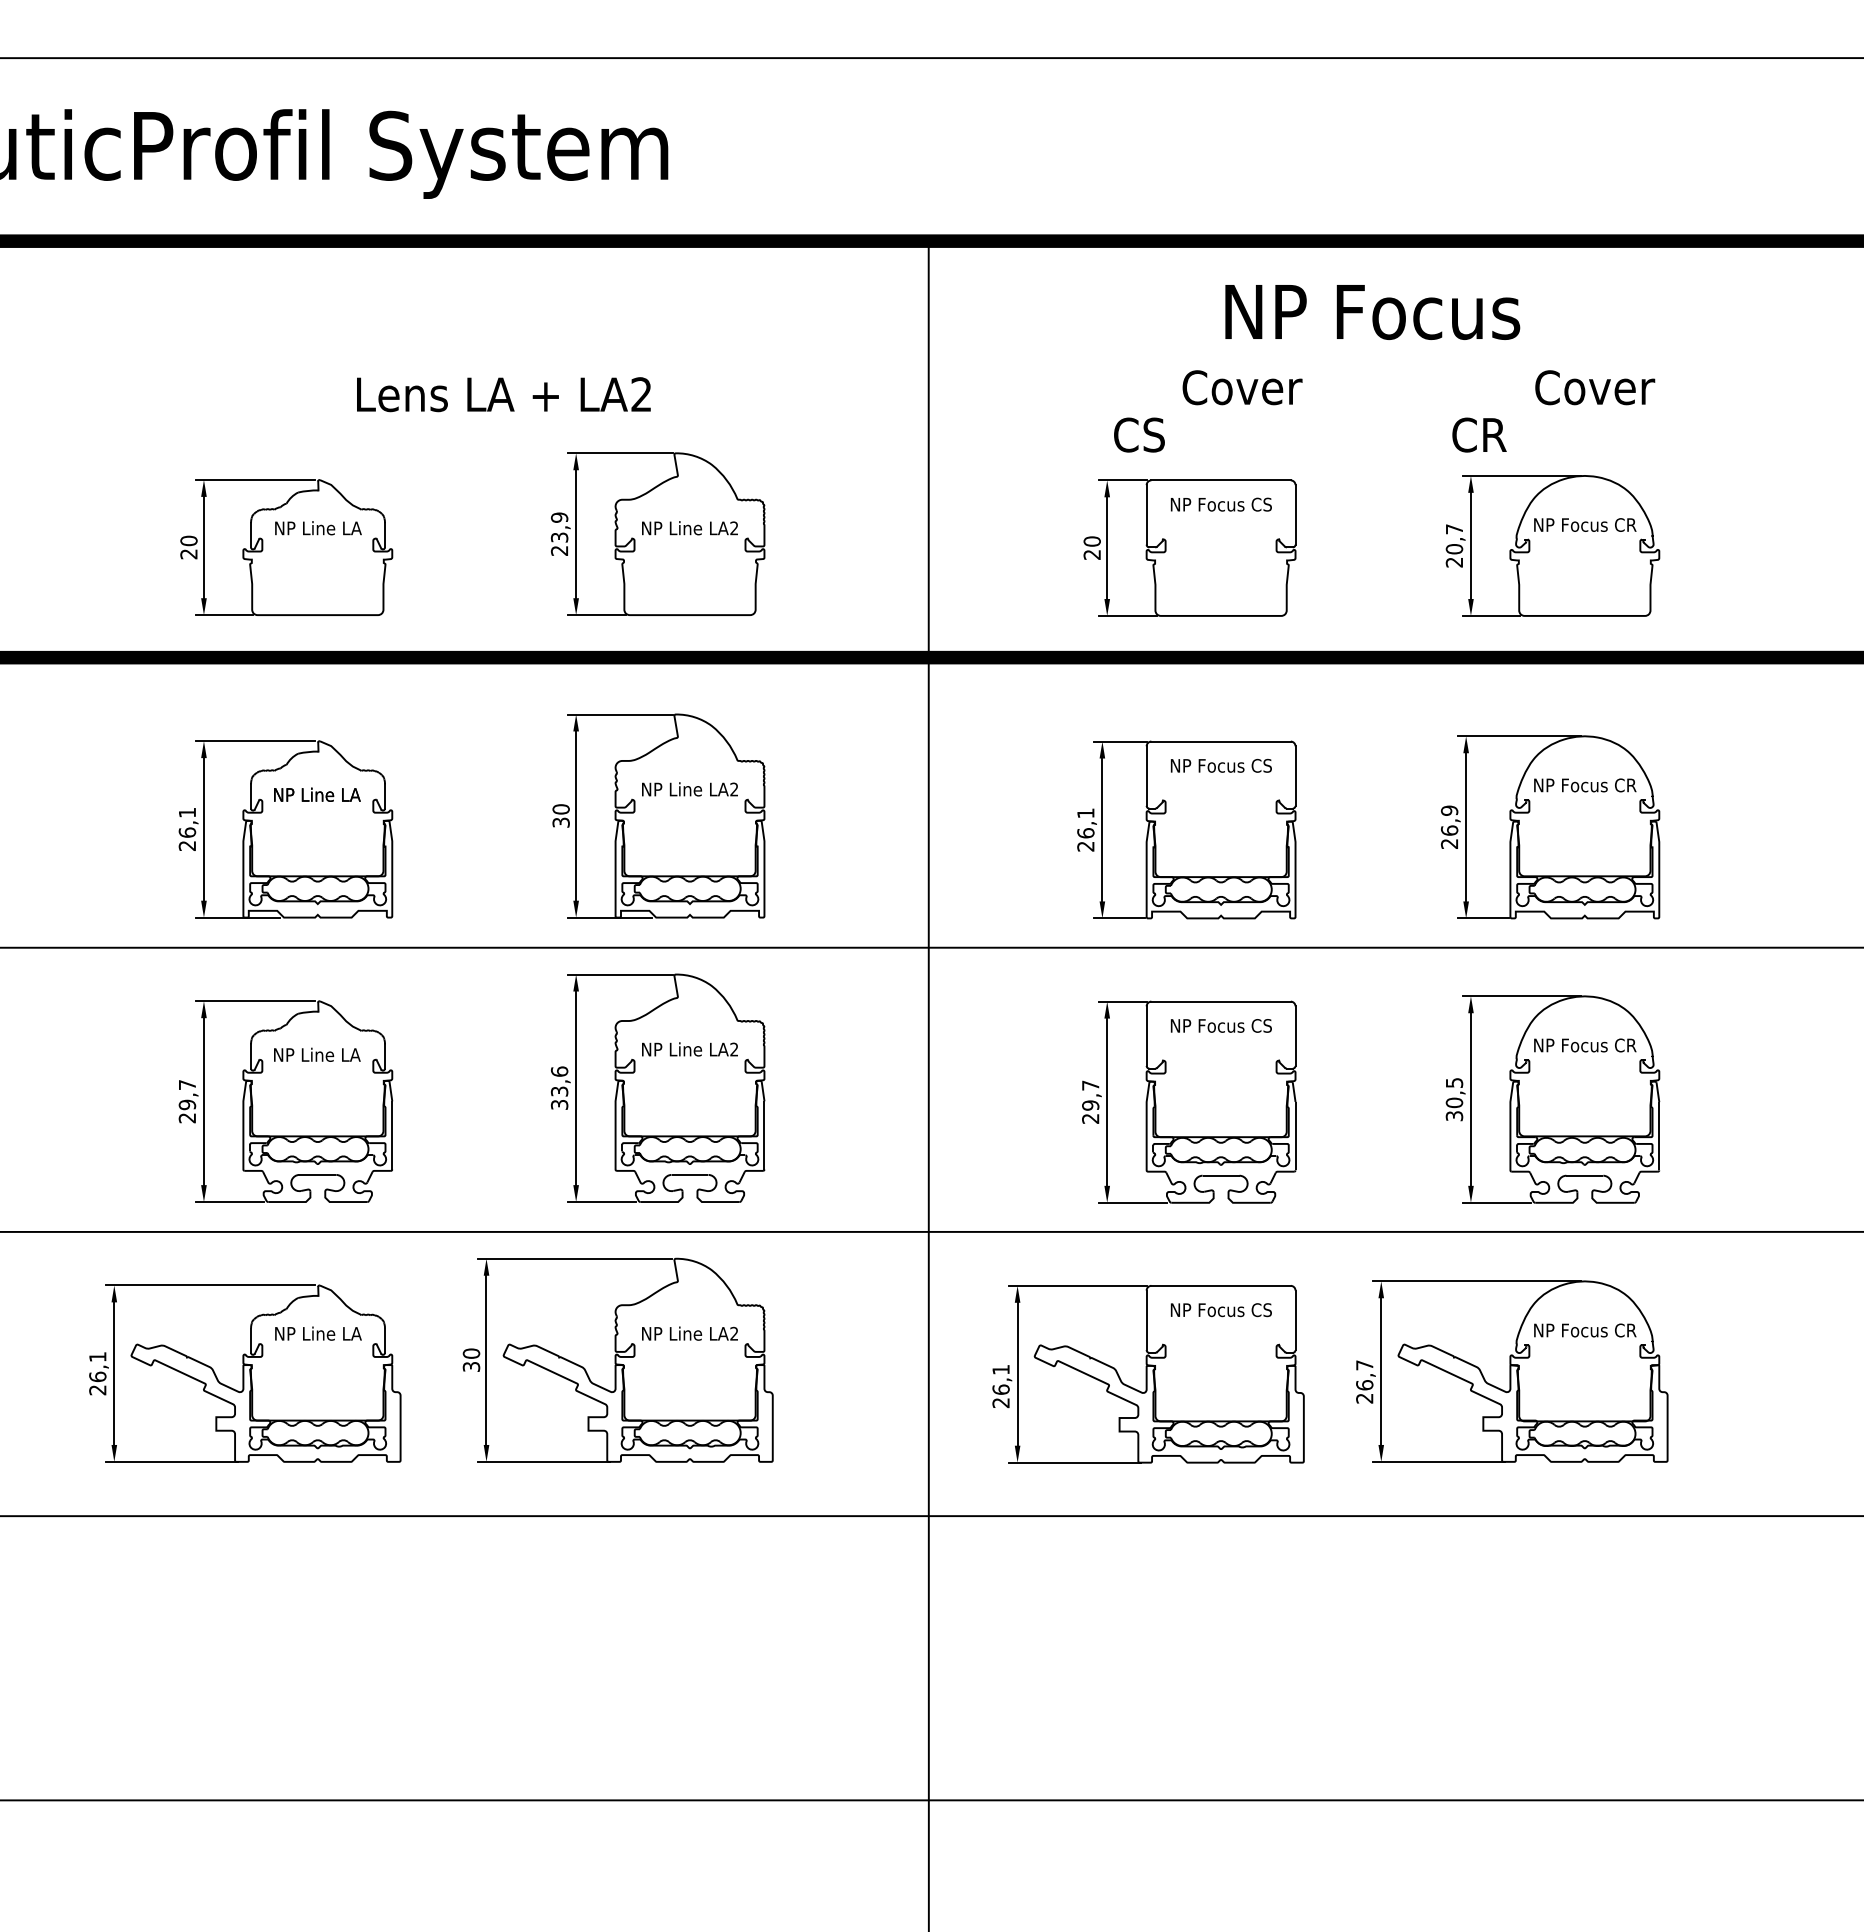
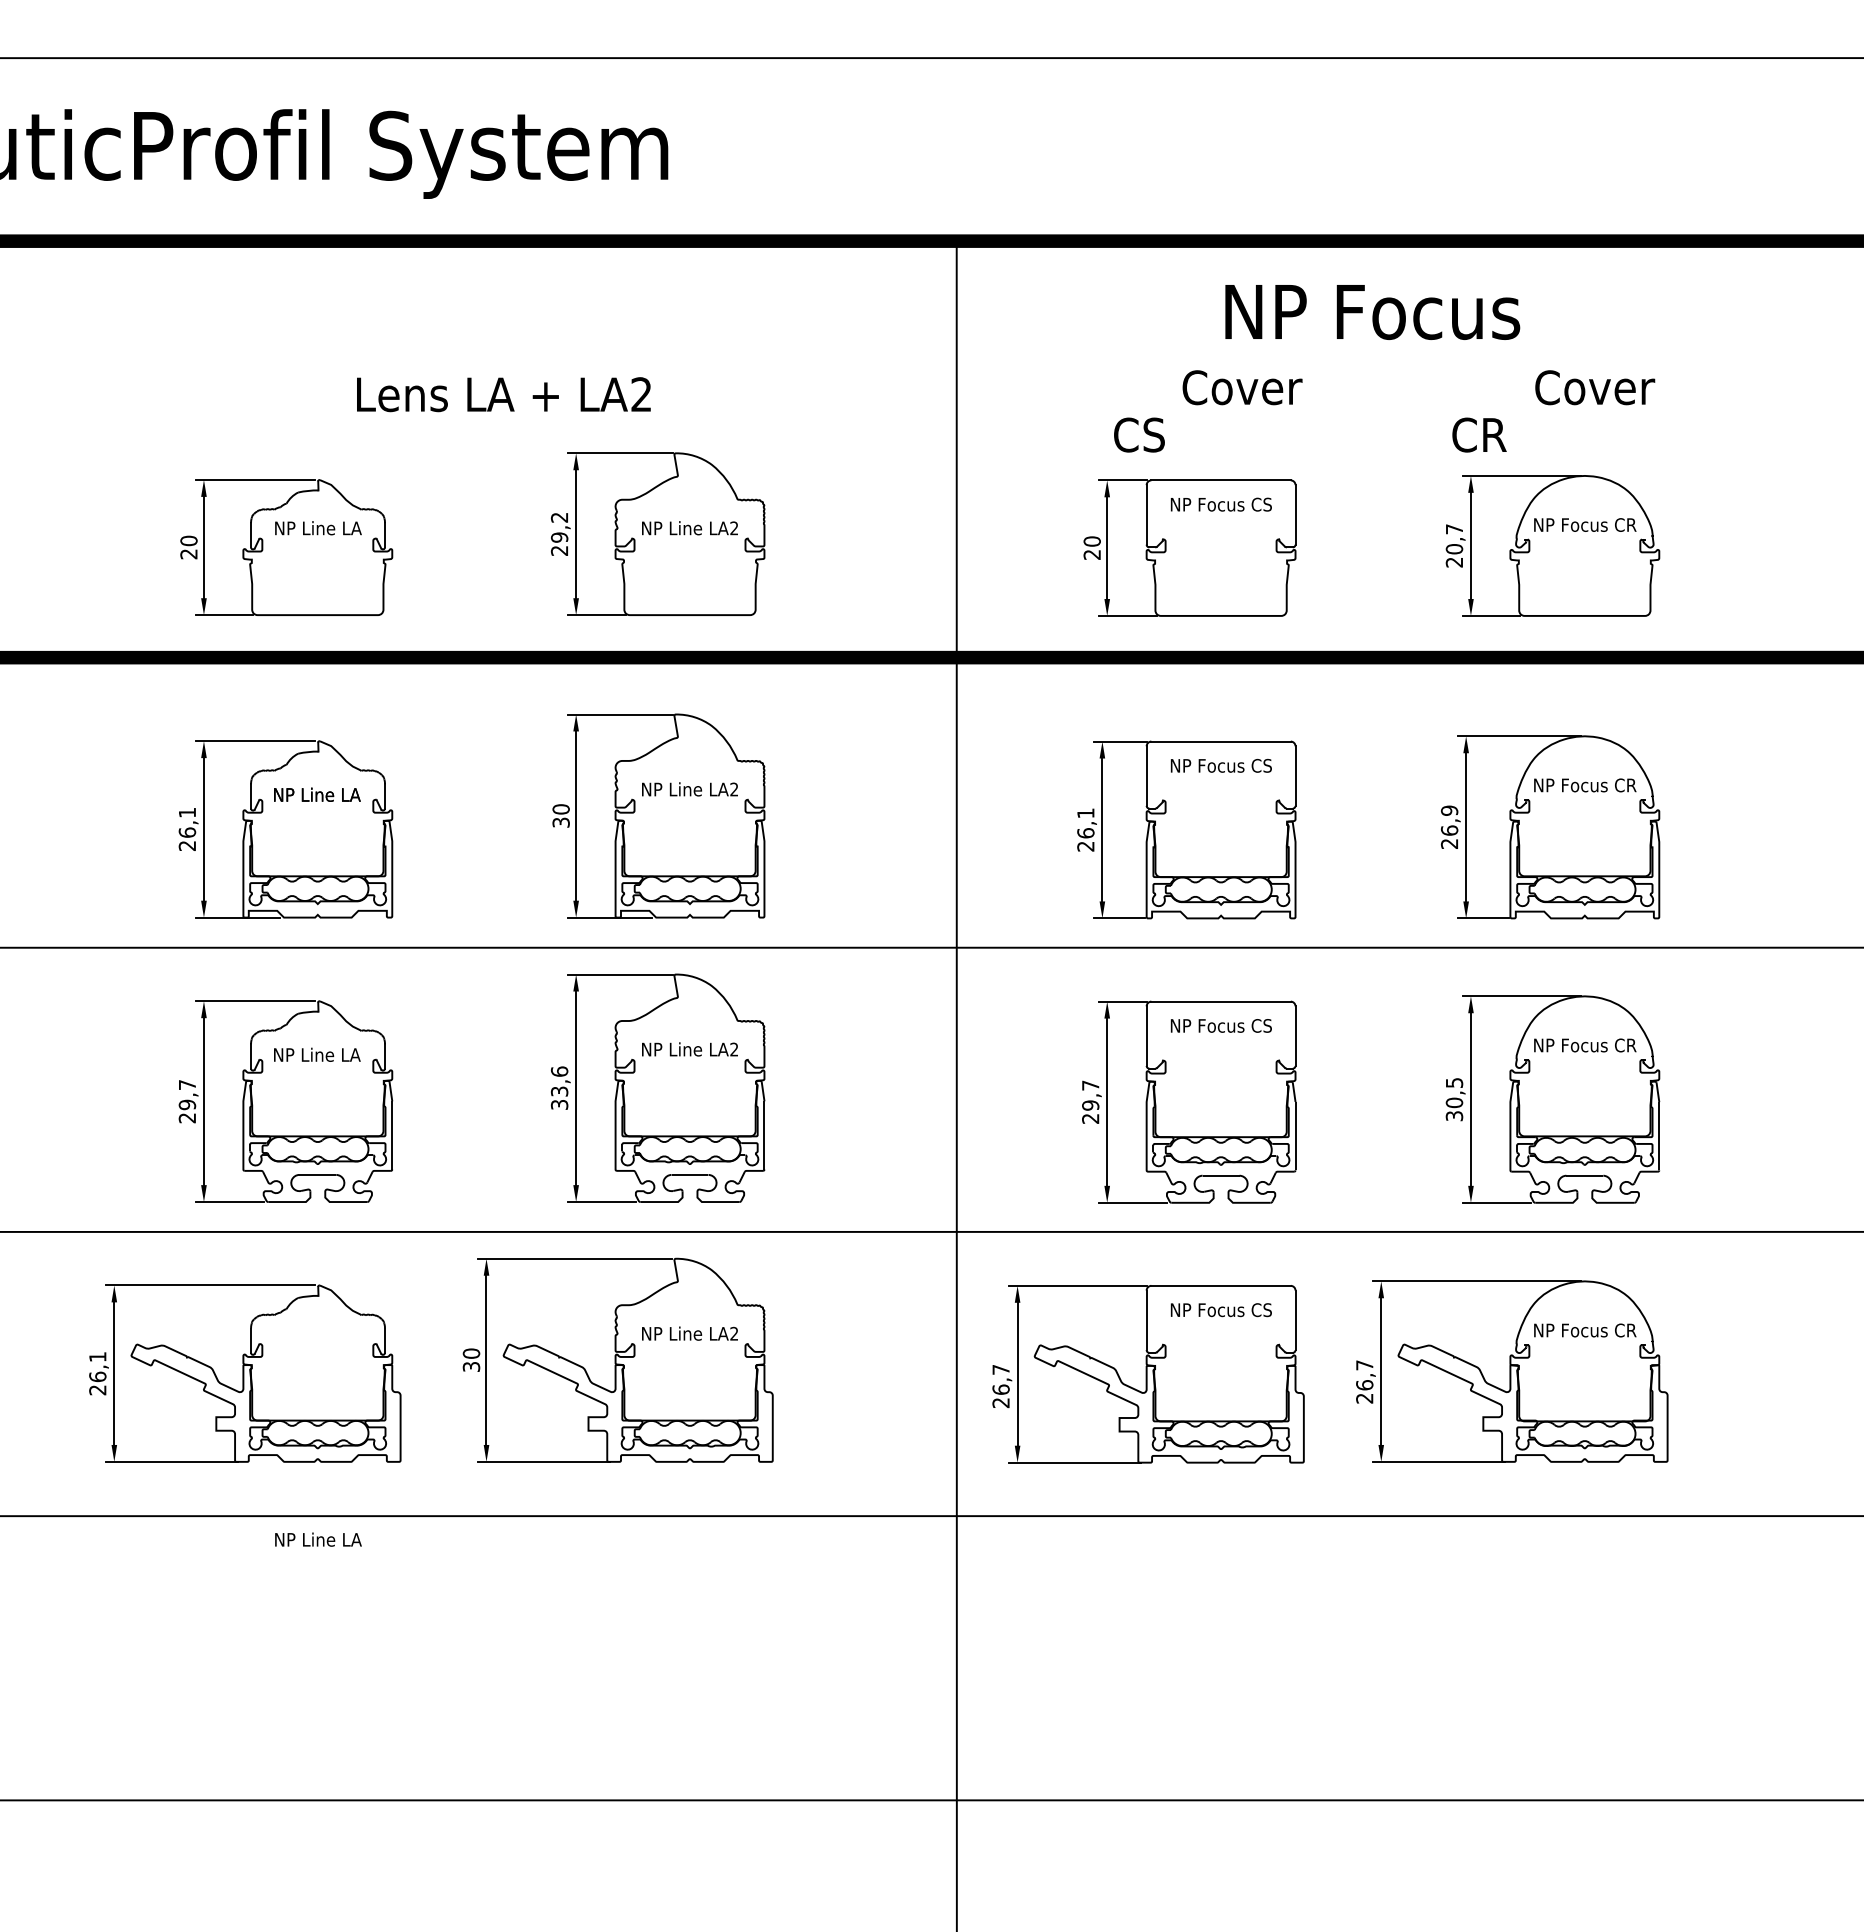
text at (559, 527): 23,9 -> 29,2
line at (928, 1084) position: (928, 1084) -> (956, 1084)
text at (318, 1333) position: (318, 1333) -> (318, 1539)
text at (1000, 1369): 26,1 -> 26,7
